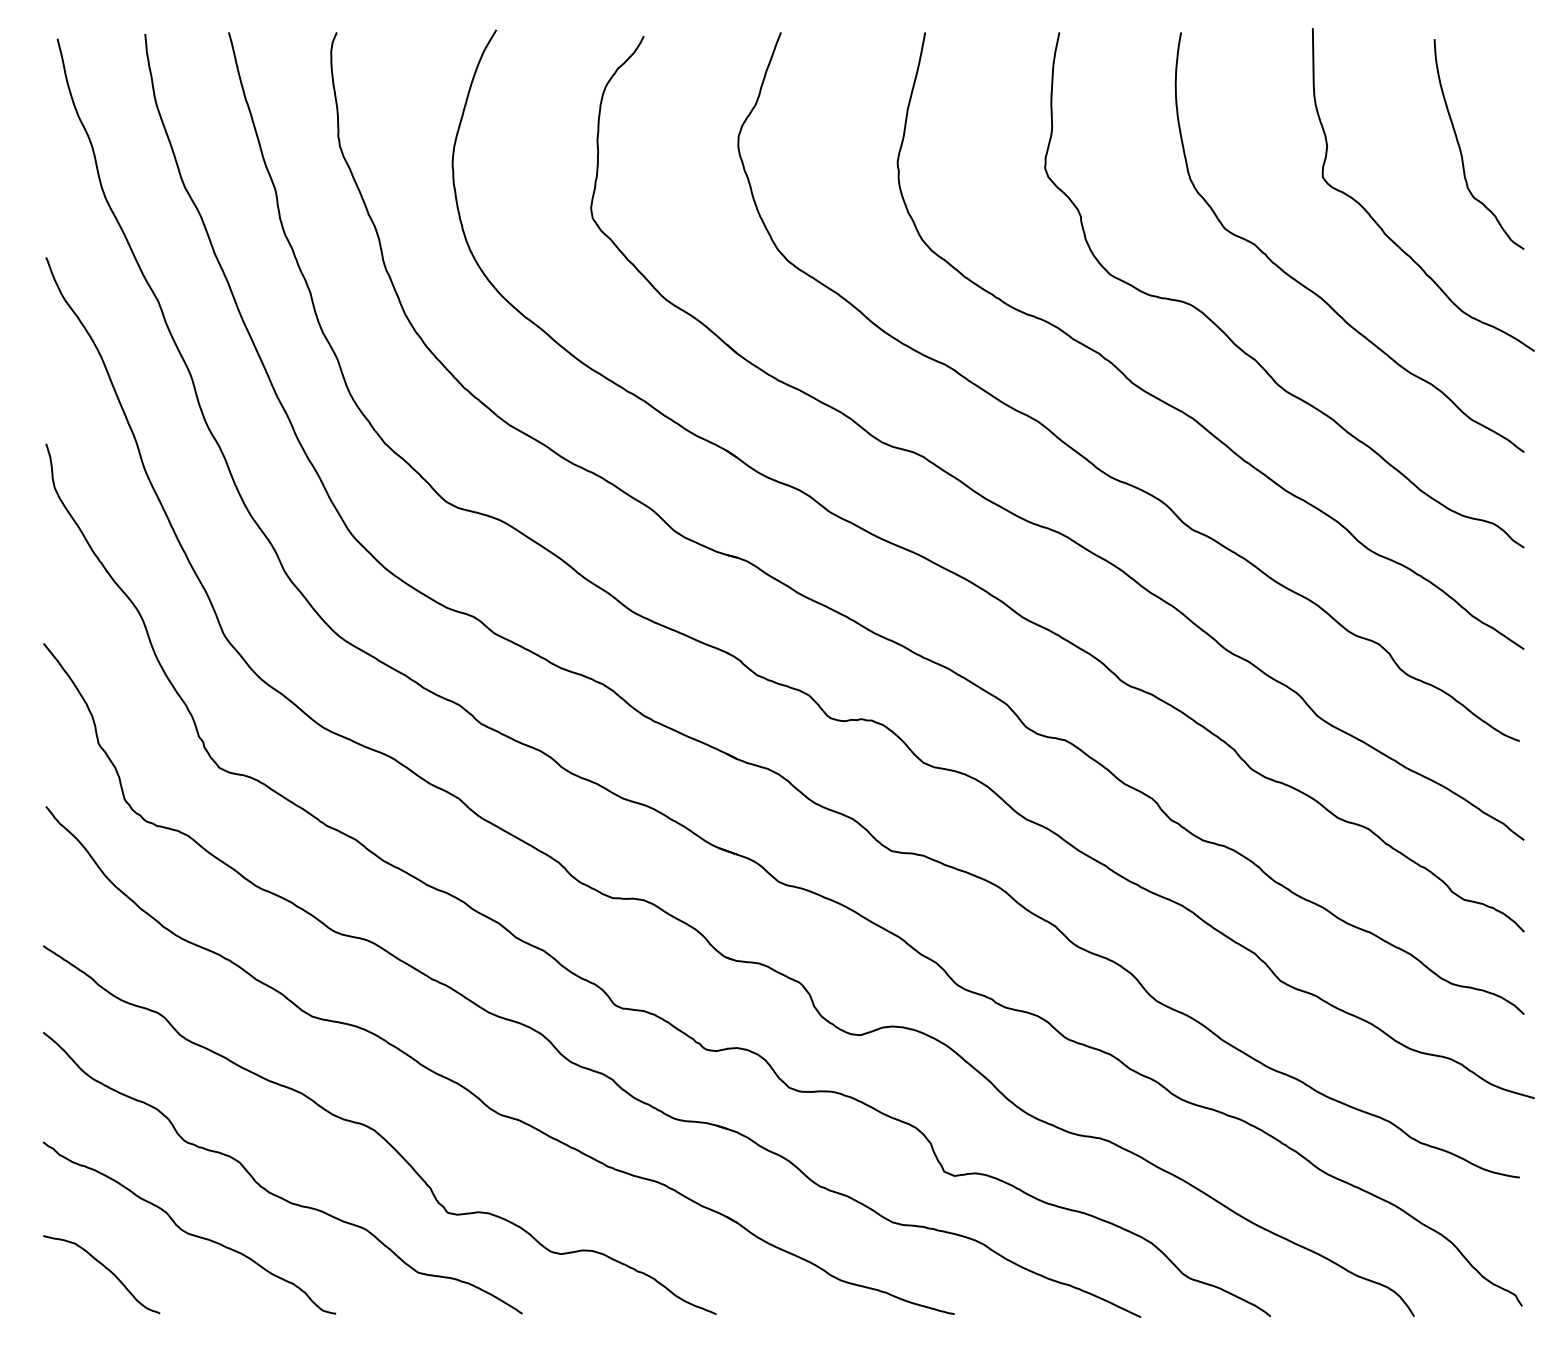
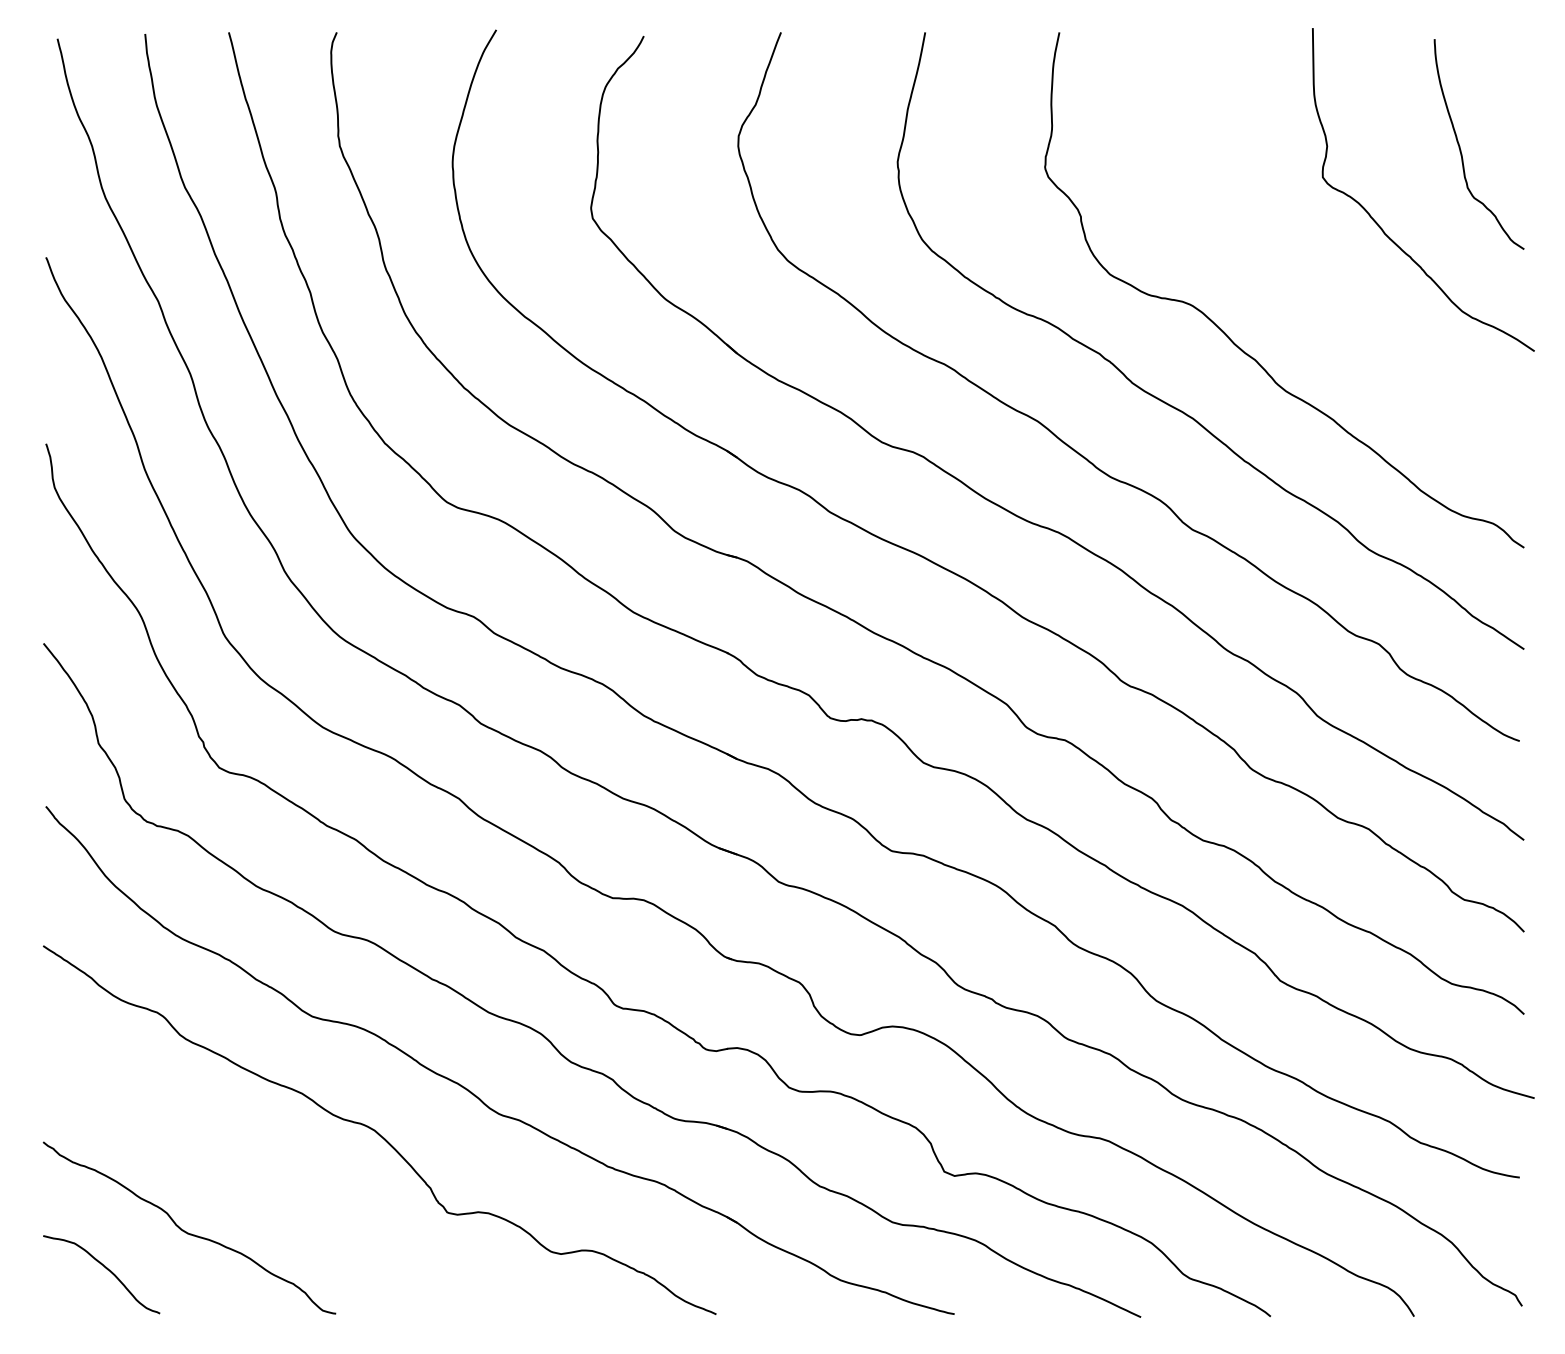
curve at (1315, 292): present -> none
curve at (276, 1194): present -> none
